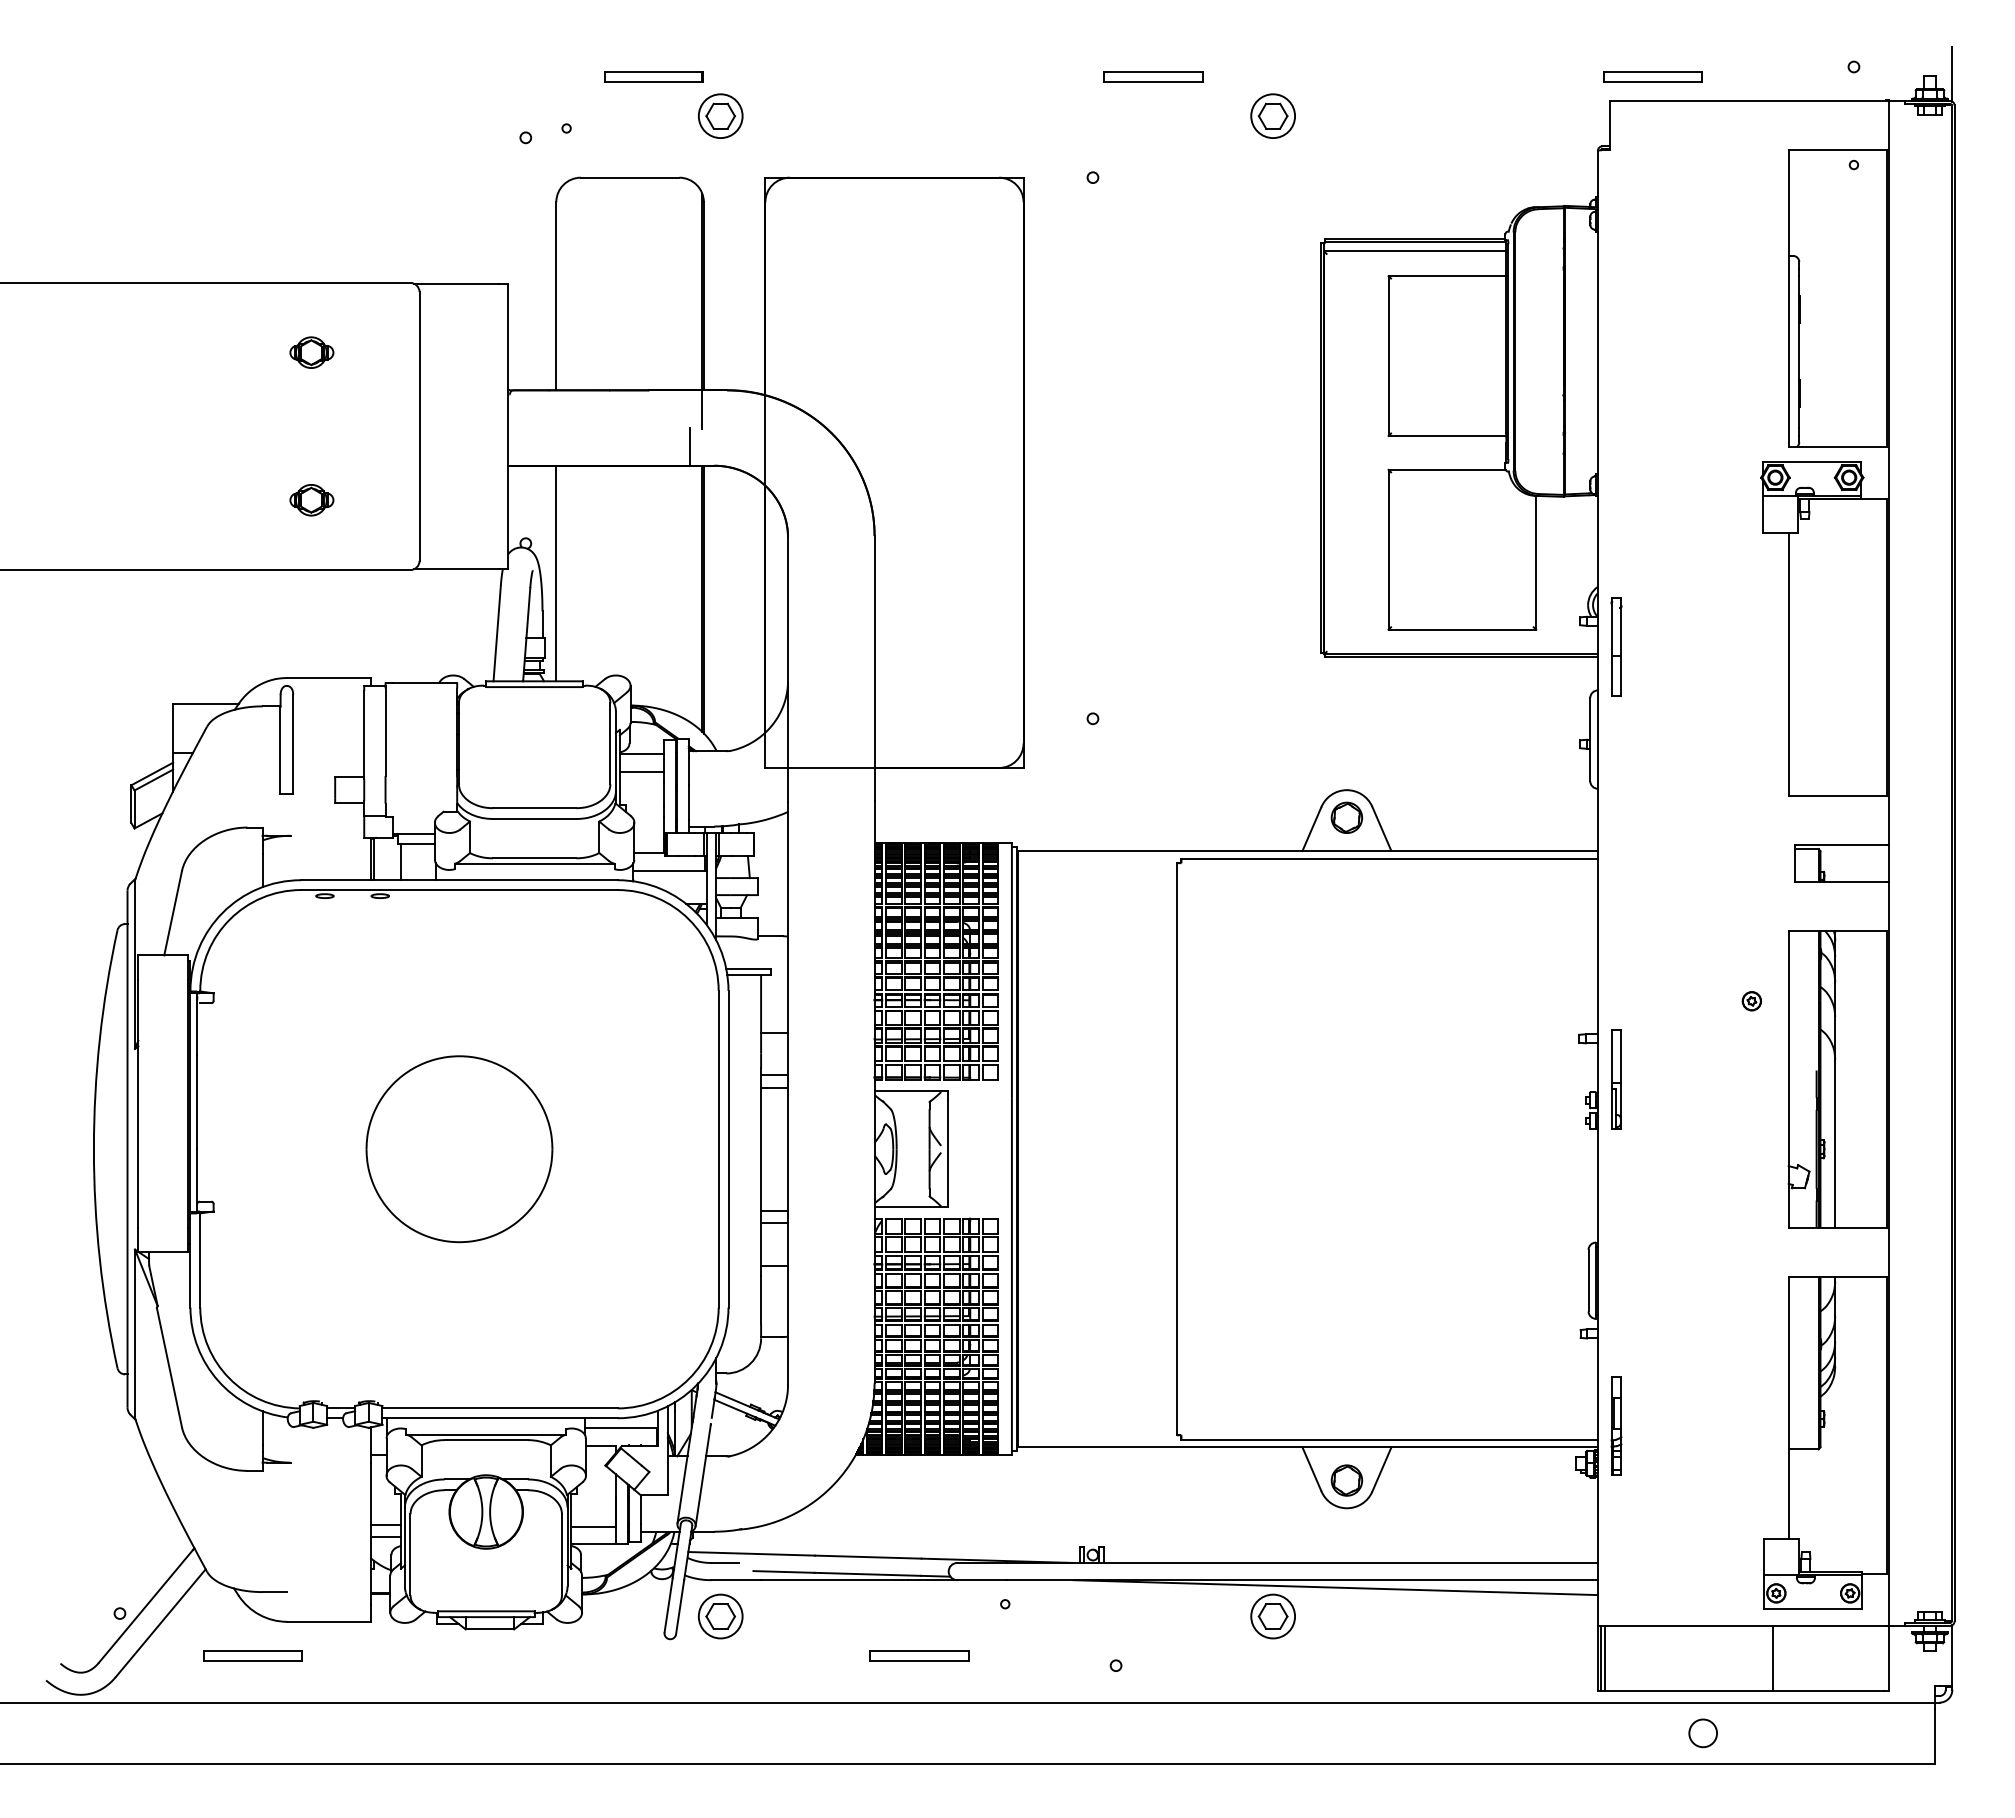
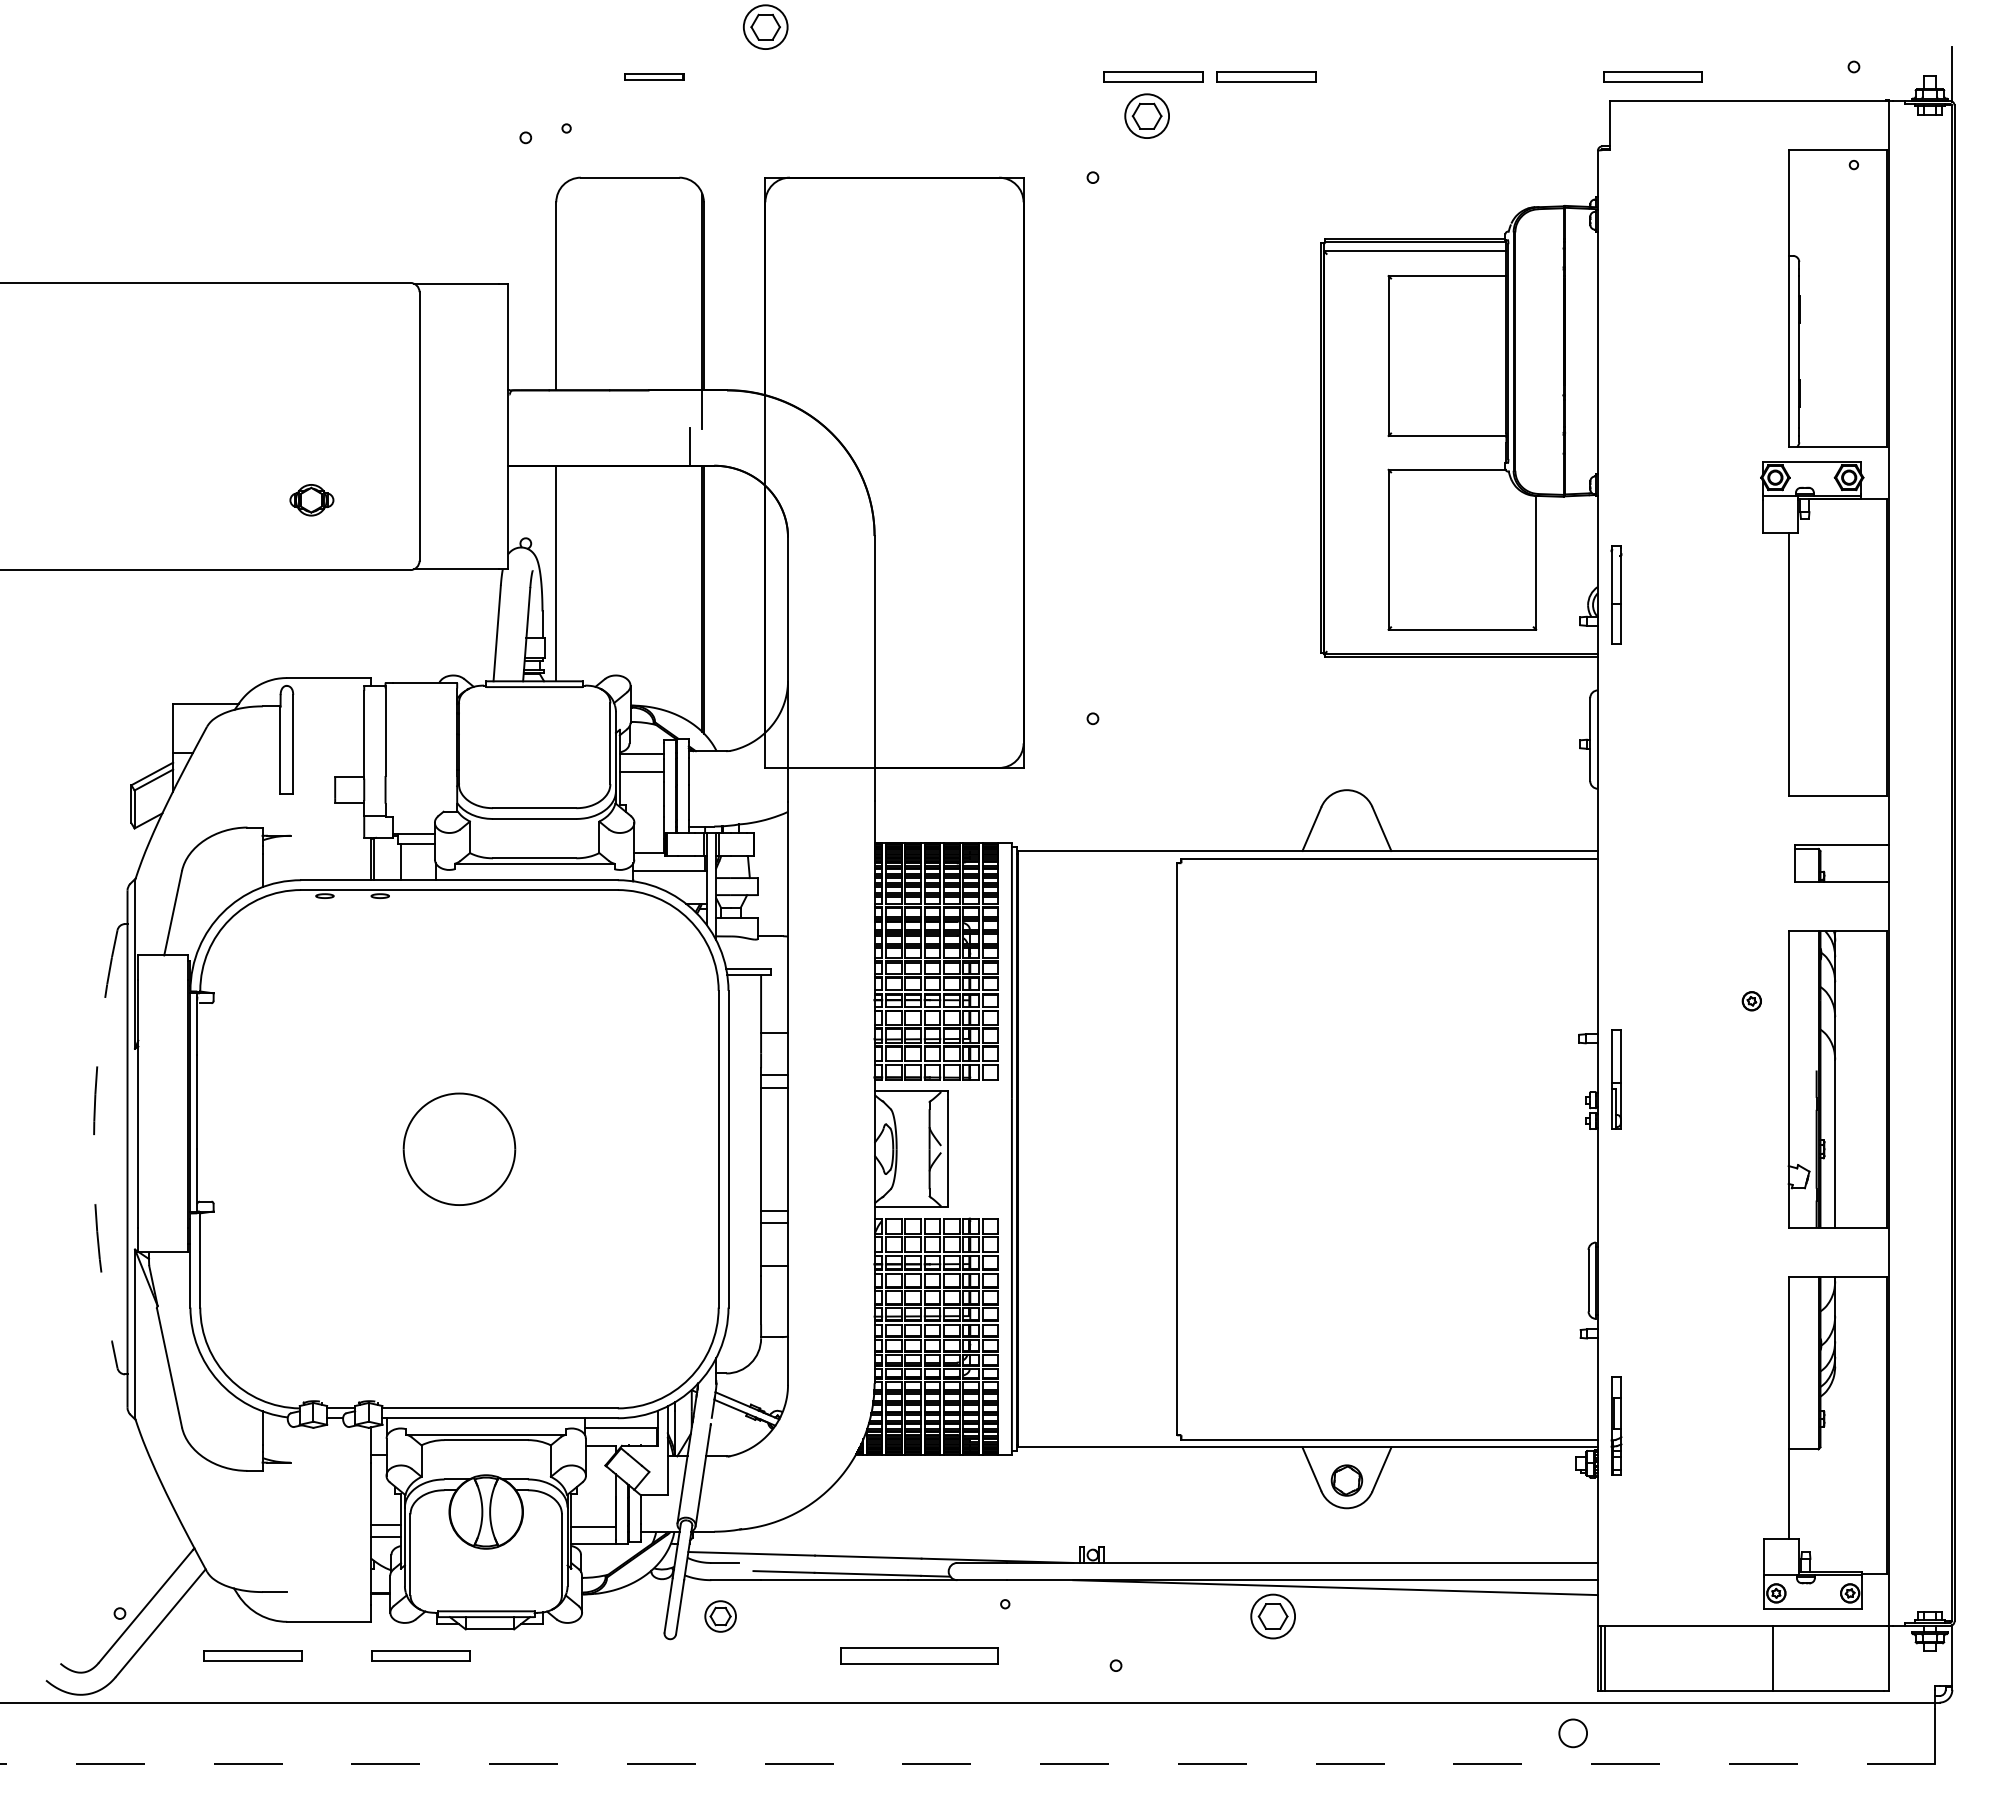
part at (653, 76) size: 100x12 px -> 61x8 px
part at (1266, 76): none -> present
part at (720, 115) position: (720, 115) -> (765, 26)
part at (1272, 115) position: (1272, 115) -> (1146, 115)
part at (311, 352): present -> none
part at (1616, 646) position: (1616, 646) -> (1616, 594)
part at (1346, 817): present -> none
arc at (93, 1149): solid -> dashed
part at (459, 1149) size: 189x189 px -> 115x114 px
part at (720, 1616) size: 47x47 px -> 33x33 px
part at (420, 1655): none -> present
part at (919, 1655) size: 101x12 px -> 159x18 px
circle at (1702, 1733) position: (1702, 1733) -> (1572, 1733)
line at (967, 1763): solid -> dashed
